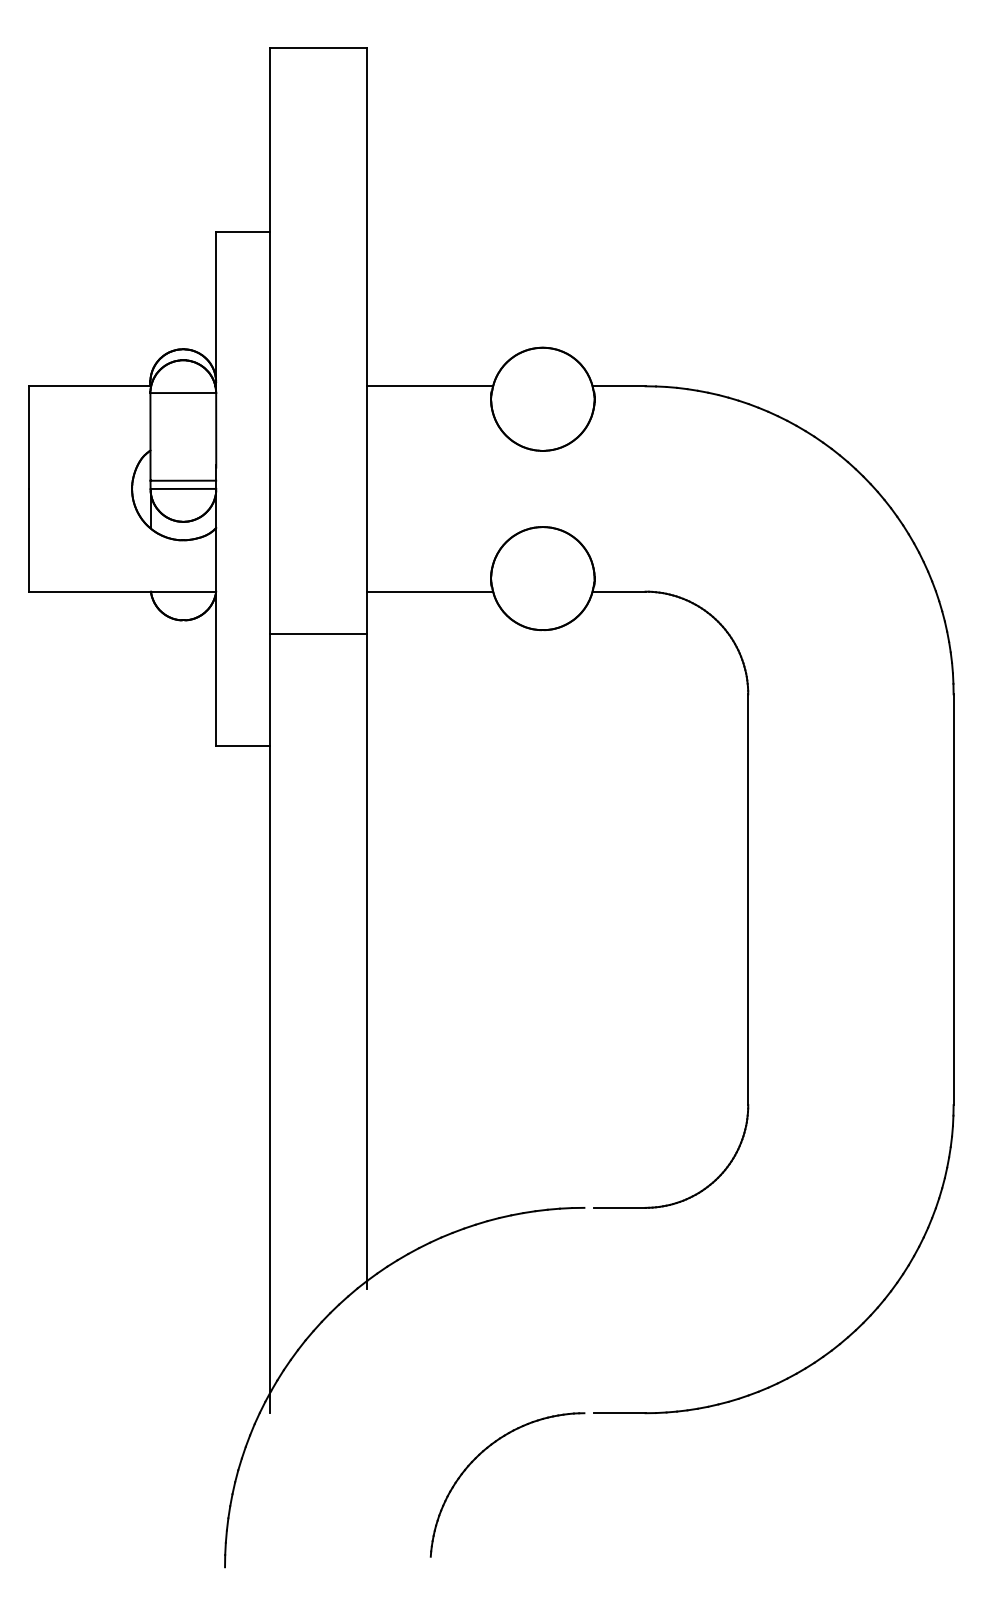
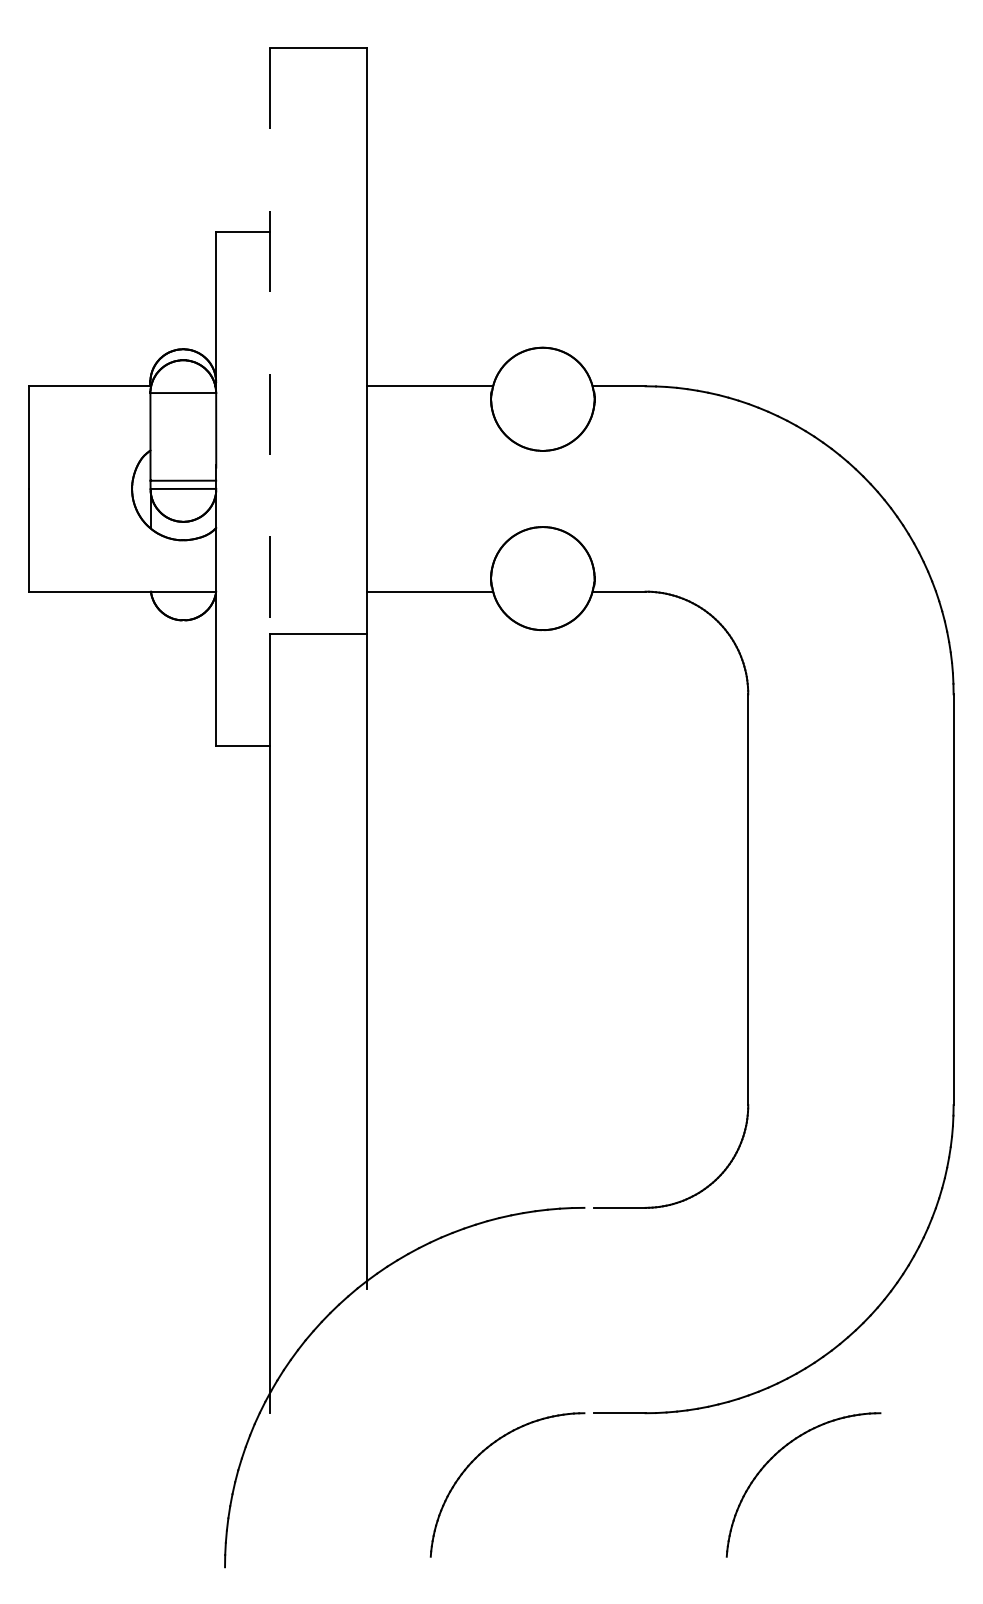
line at (269, 341): solid -> dashed
part at (776, 1455): none -> present
